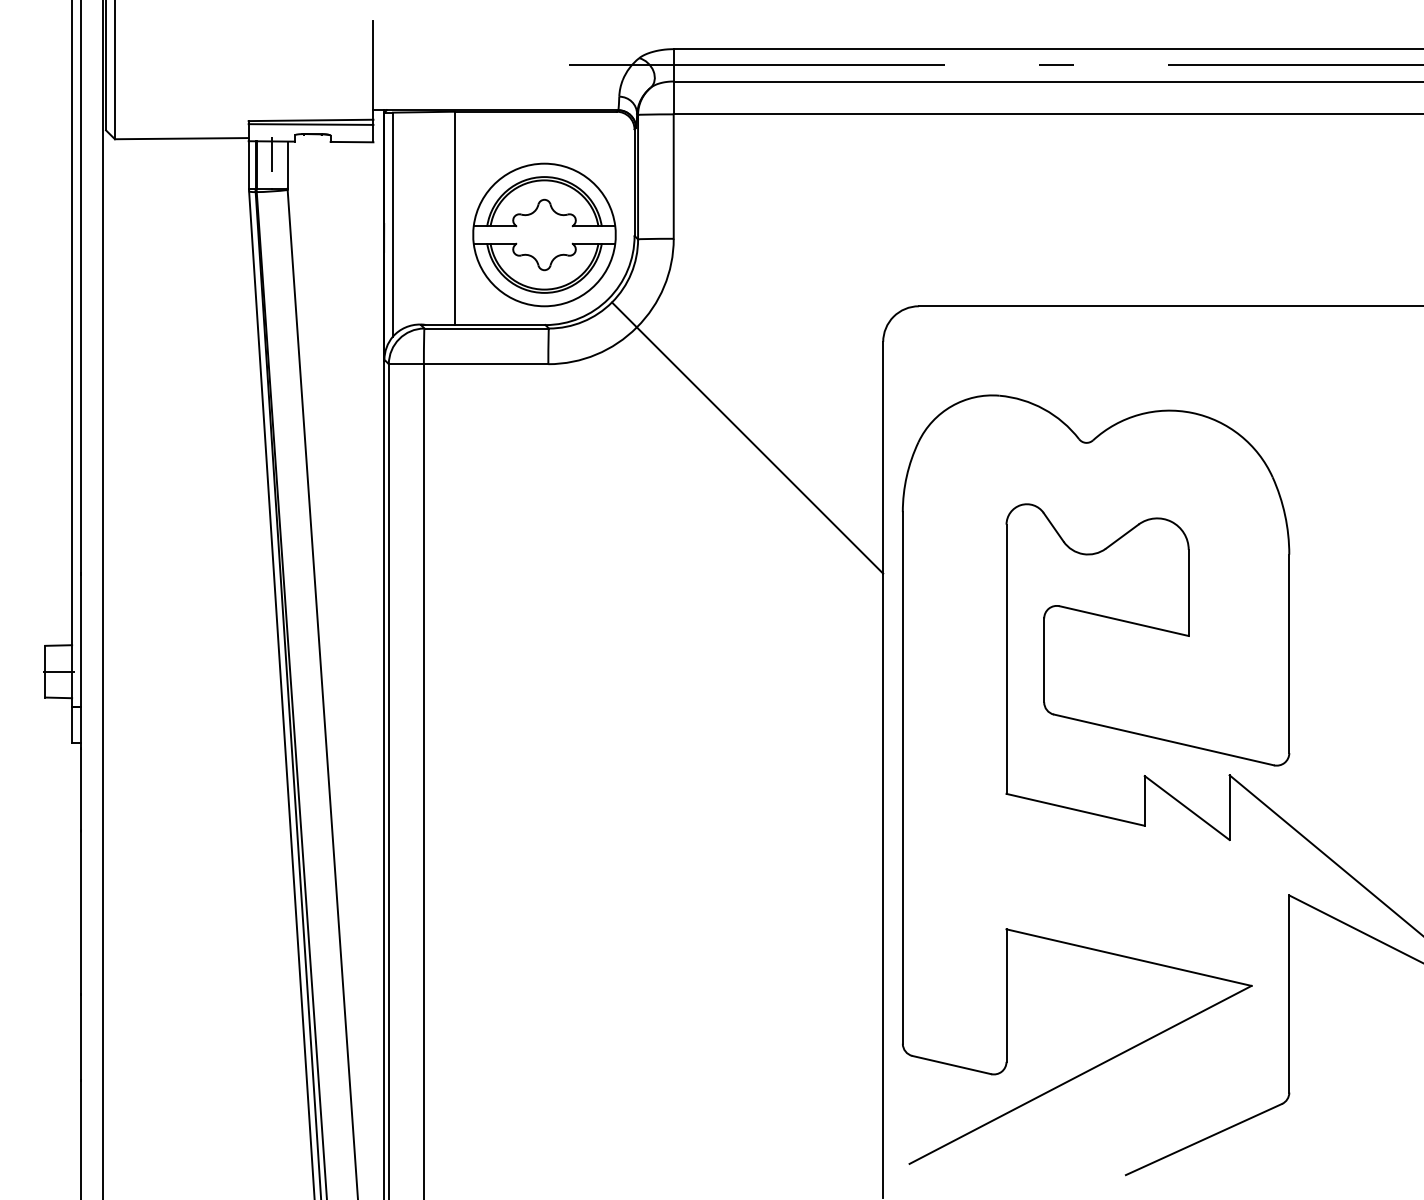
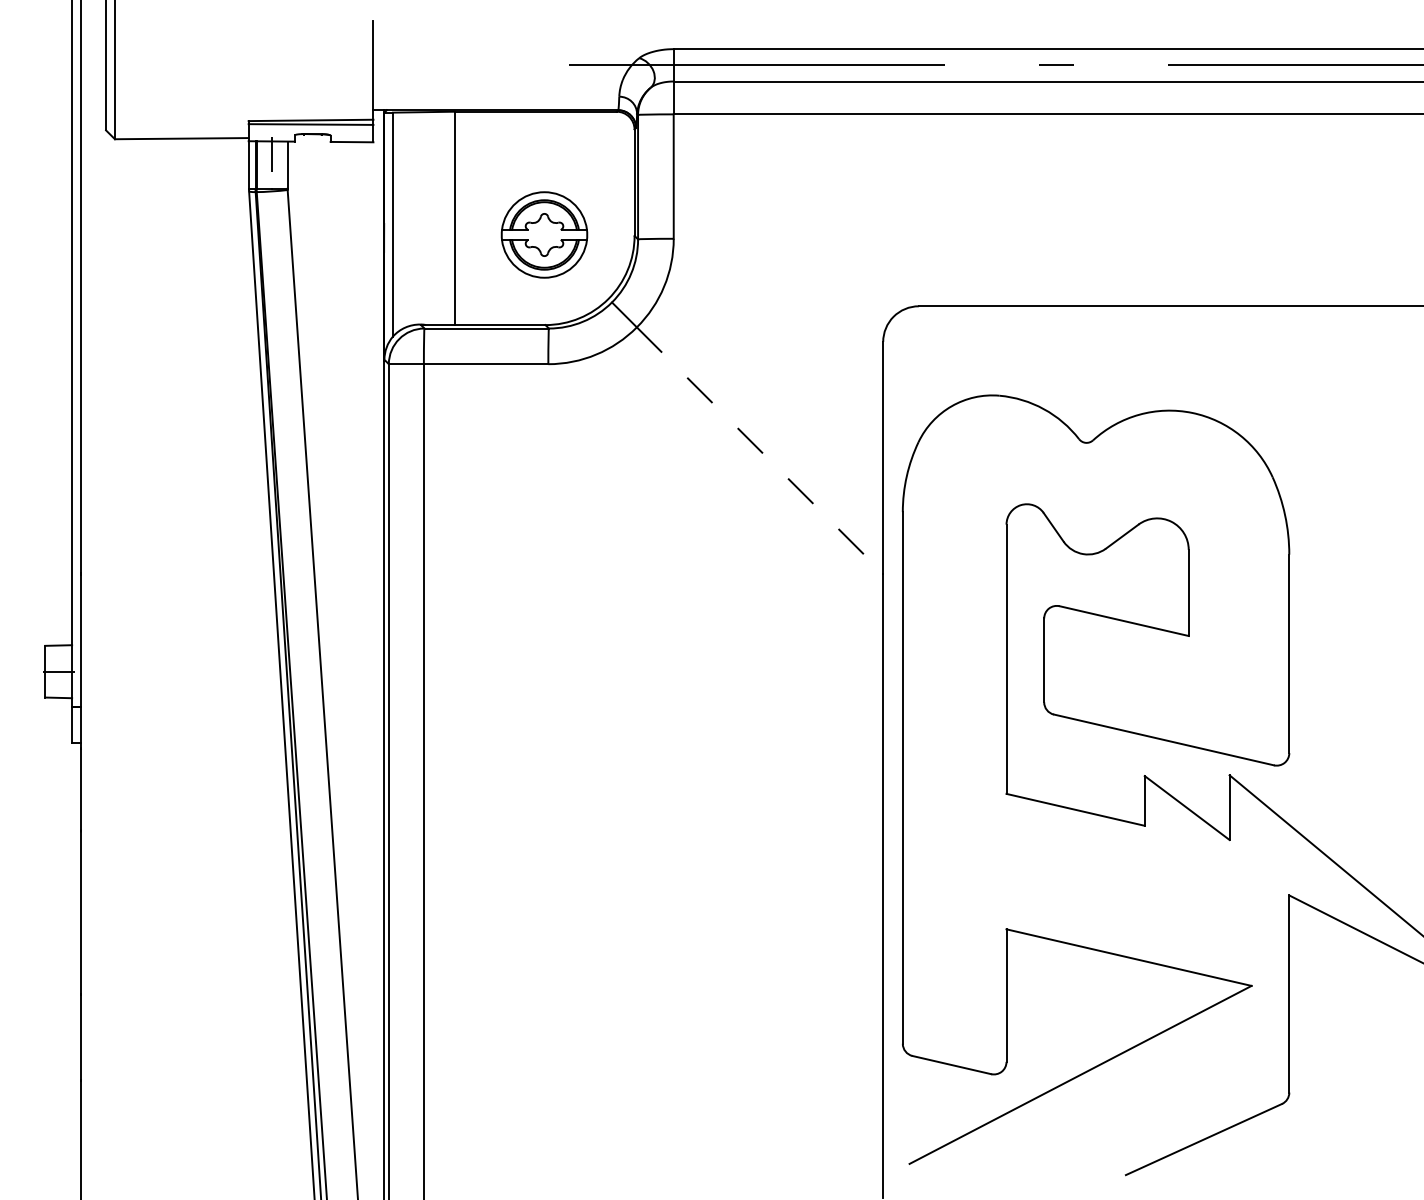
part at (544, 234) size: 145x146 px -> 89x88 px
line at (760, 450): solid -> dashed
line at (102, 599): present -> none
